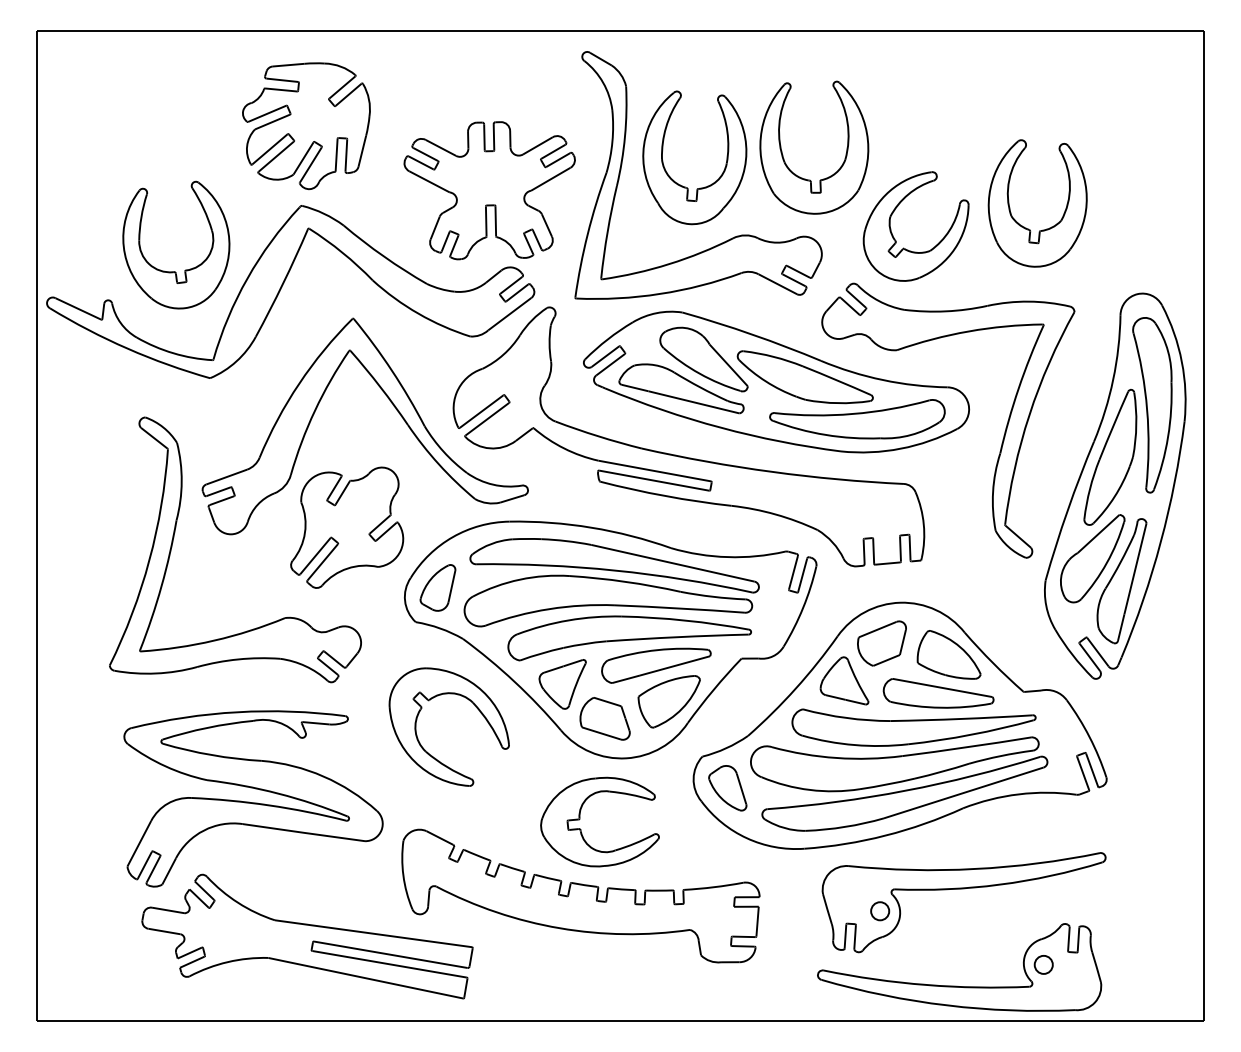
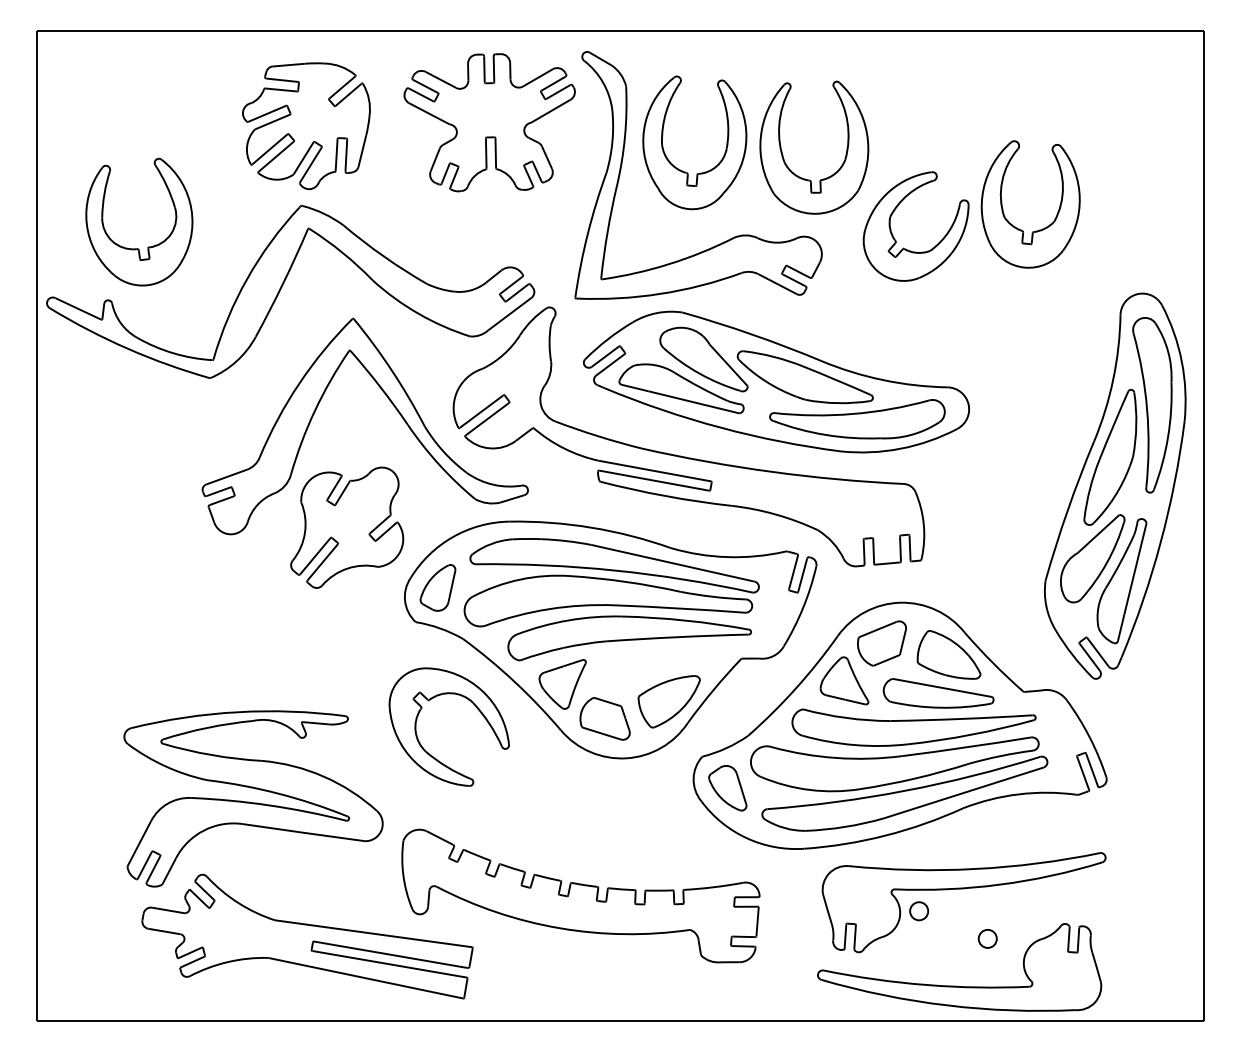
part at (677, 182) position: (677, 182) -> (677, 167)
part at (489, 190) position: (489, 190) -> (489, 122)
part at (1026, 227) position: (1026, 227) -> (1019, 228)
part at (185, 269) position: (185, 269) -> (148, 246)
part at (1003, 435): present -> none
part at (174, 537): present -> none
part at (656, 665): present -> none
part at (580, 819): present -> none
part at (880, 911) position: (880, 911) -> (919, 911)
part at (1043, 964) position: (1043, 964) -> (987, 938)
